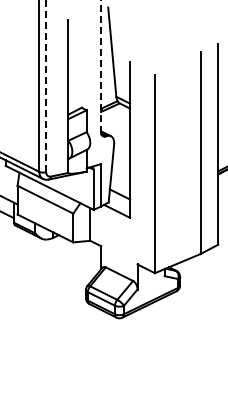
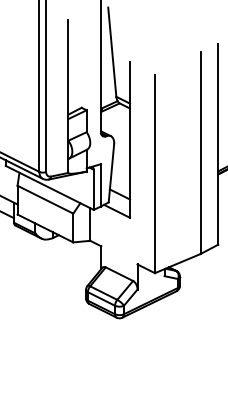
line at (101, 66): dashed -> solid
line at (46, 86): dashed -> solid
